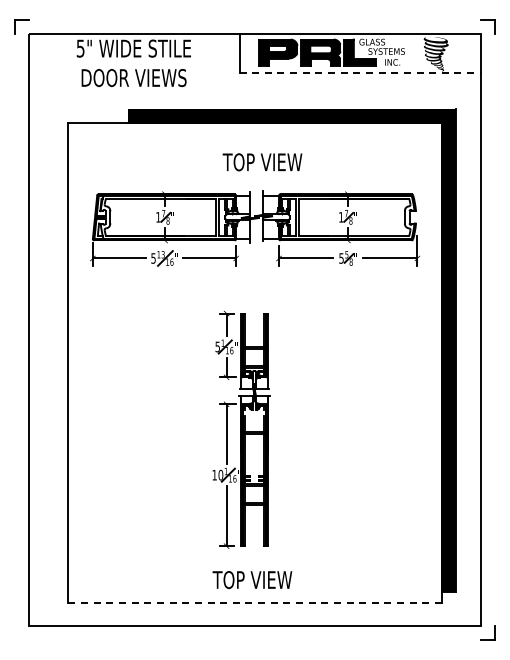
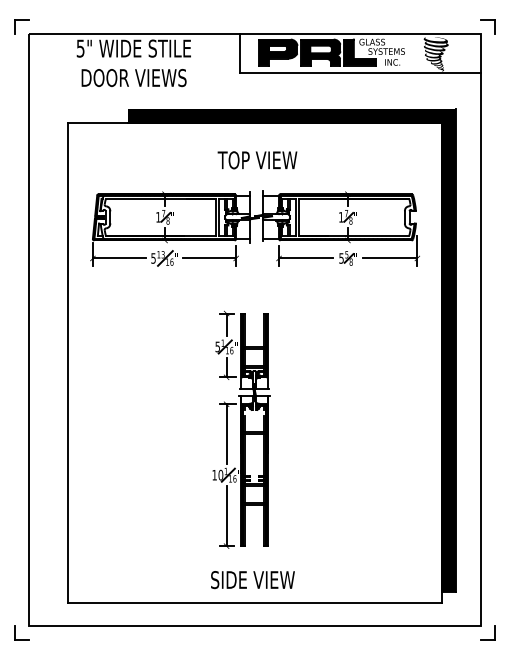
line at (360, 73): dashed -> solid
text at (262, 162) position: (262, 162) -> (257, 160)
text at (252, 580): TOP VIEW -> SIDE VIEW
line at (254, 602): dashed -> solid
part at (21, 632): none -> present
